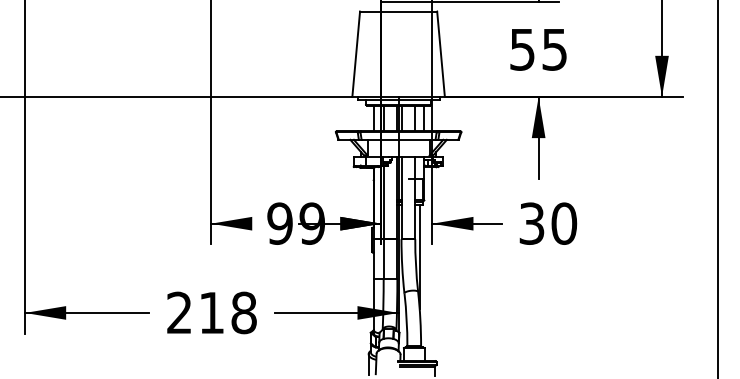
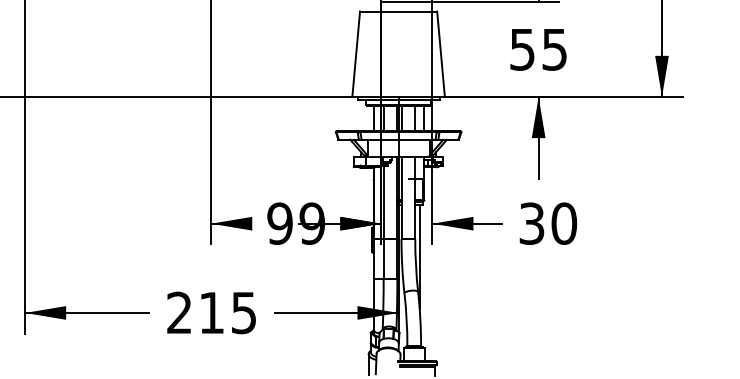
line at (717, 188): present -> none
text at (243, 312): 218 -> 215
